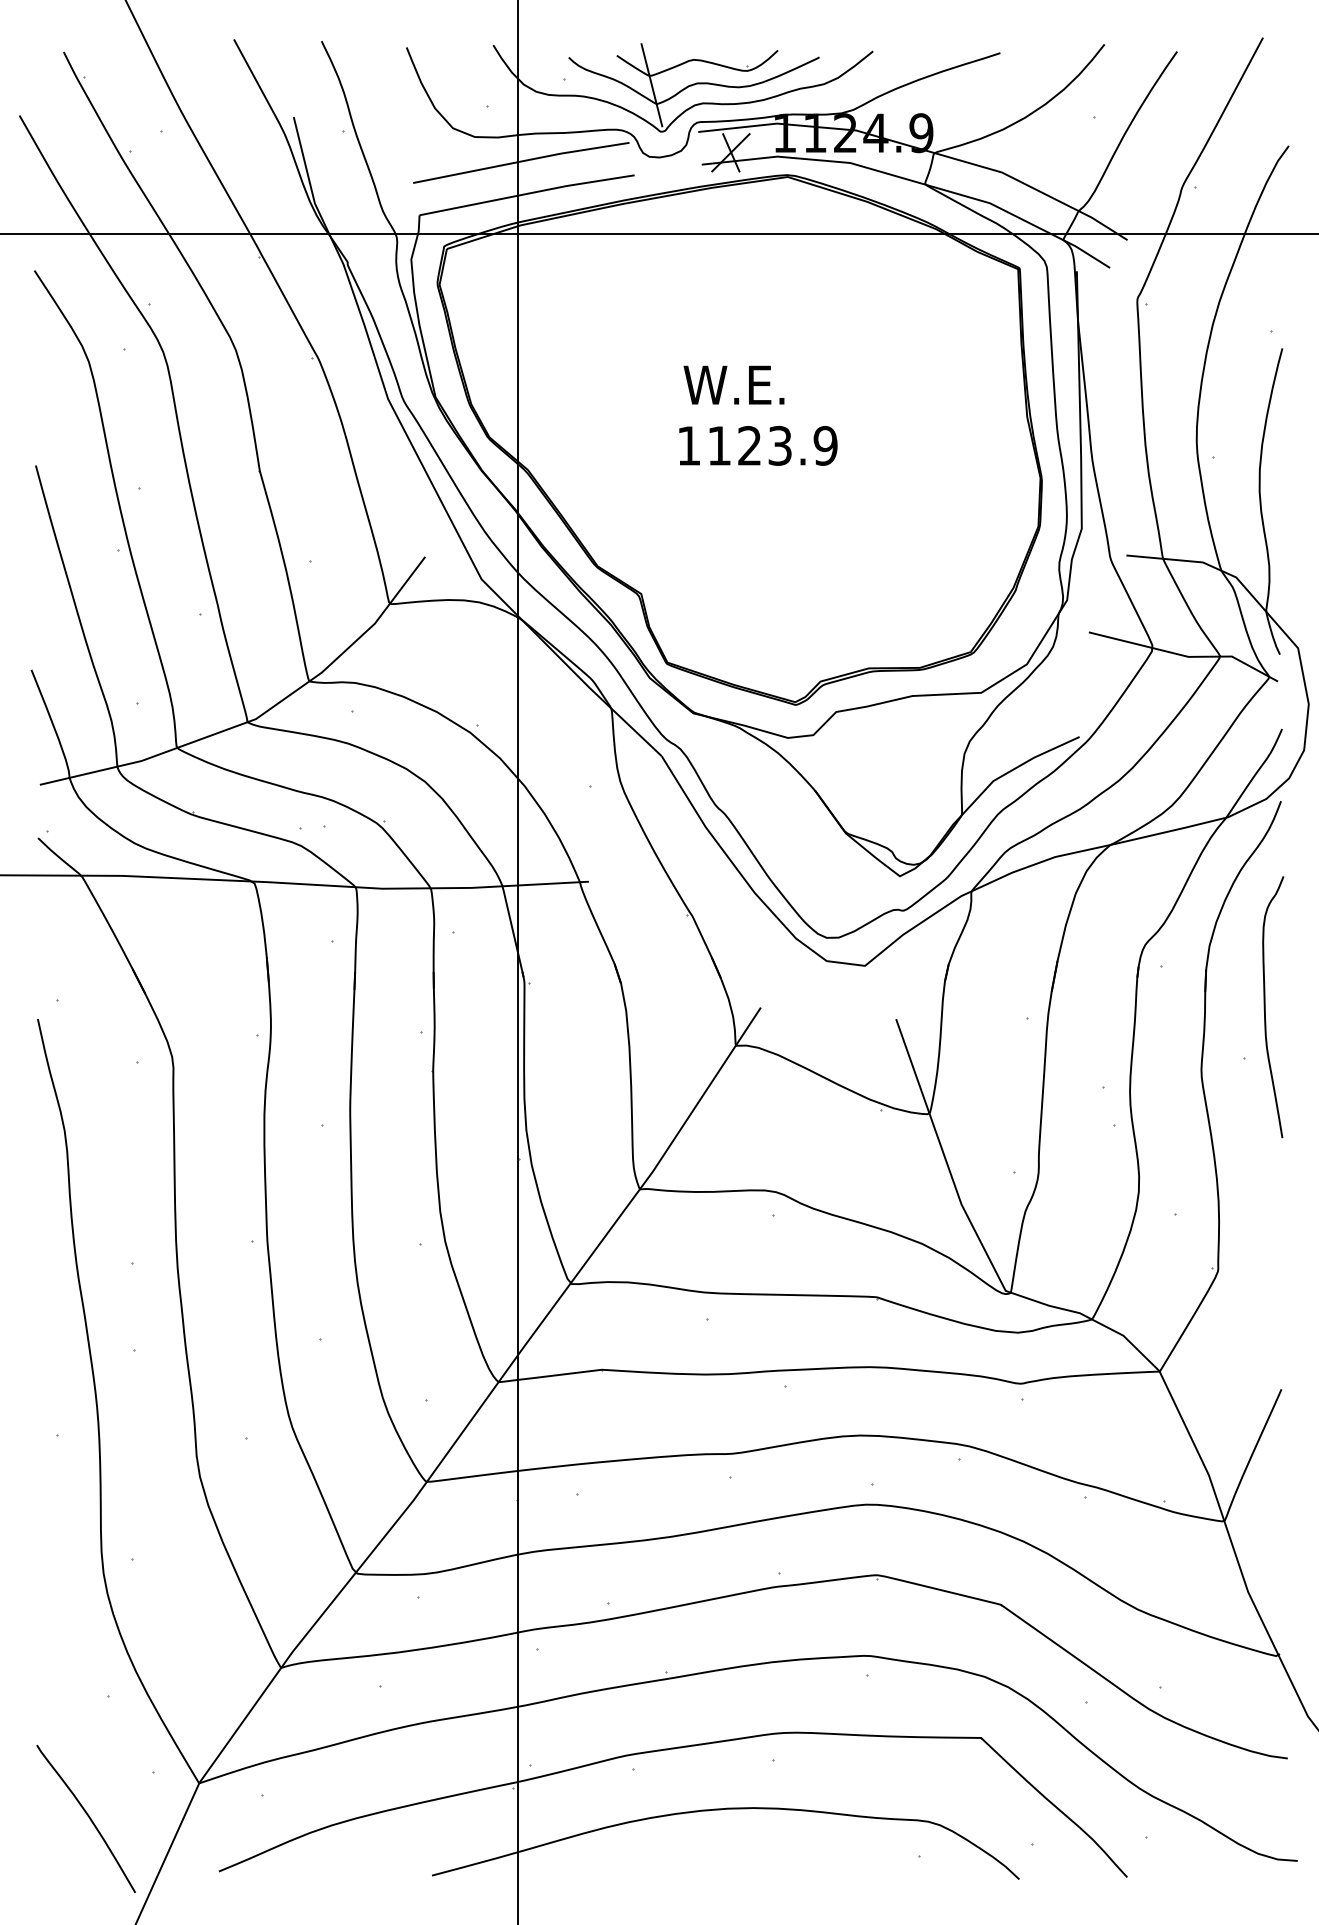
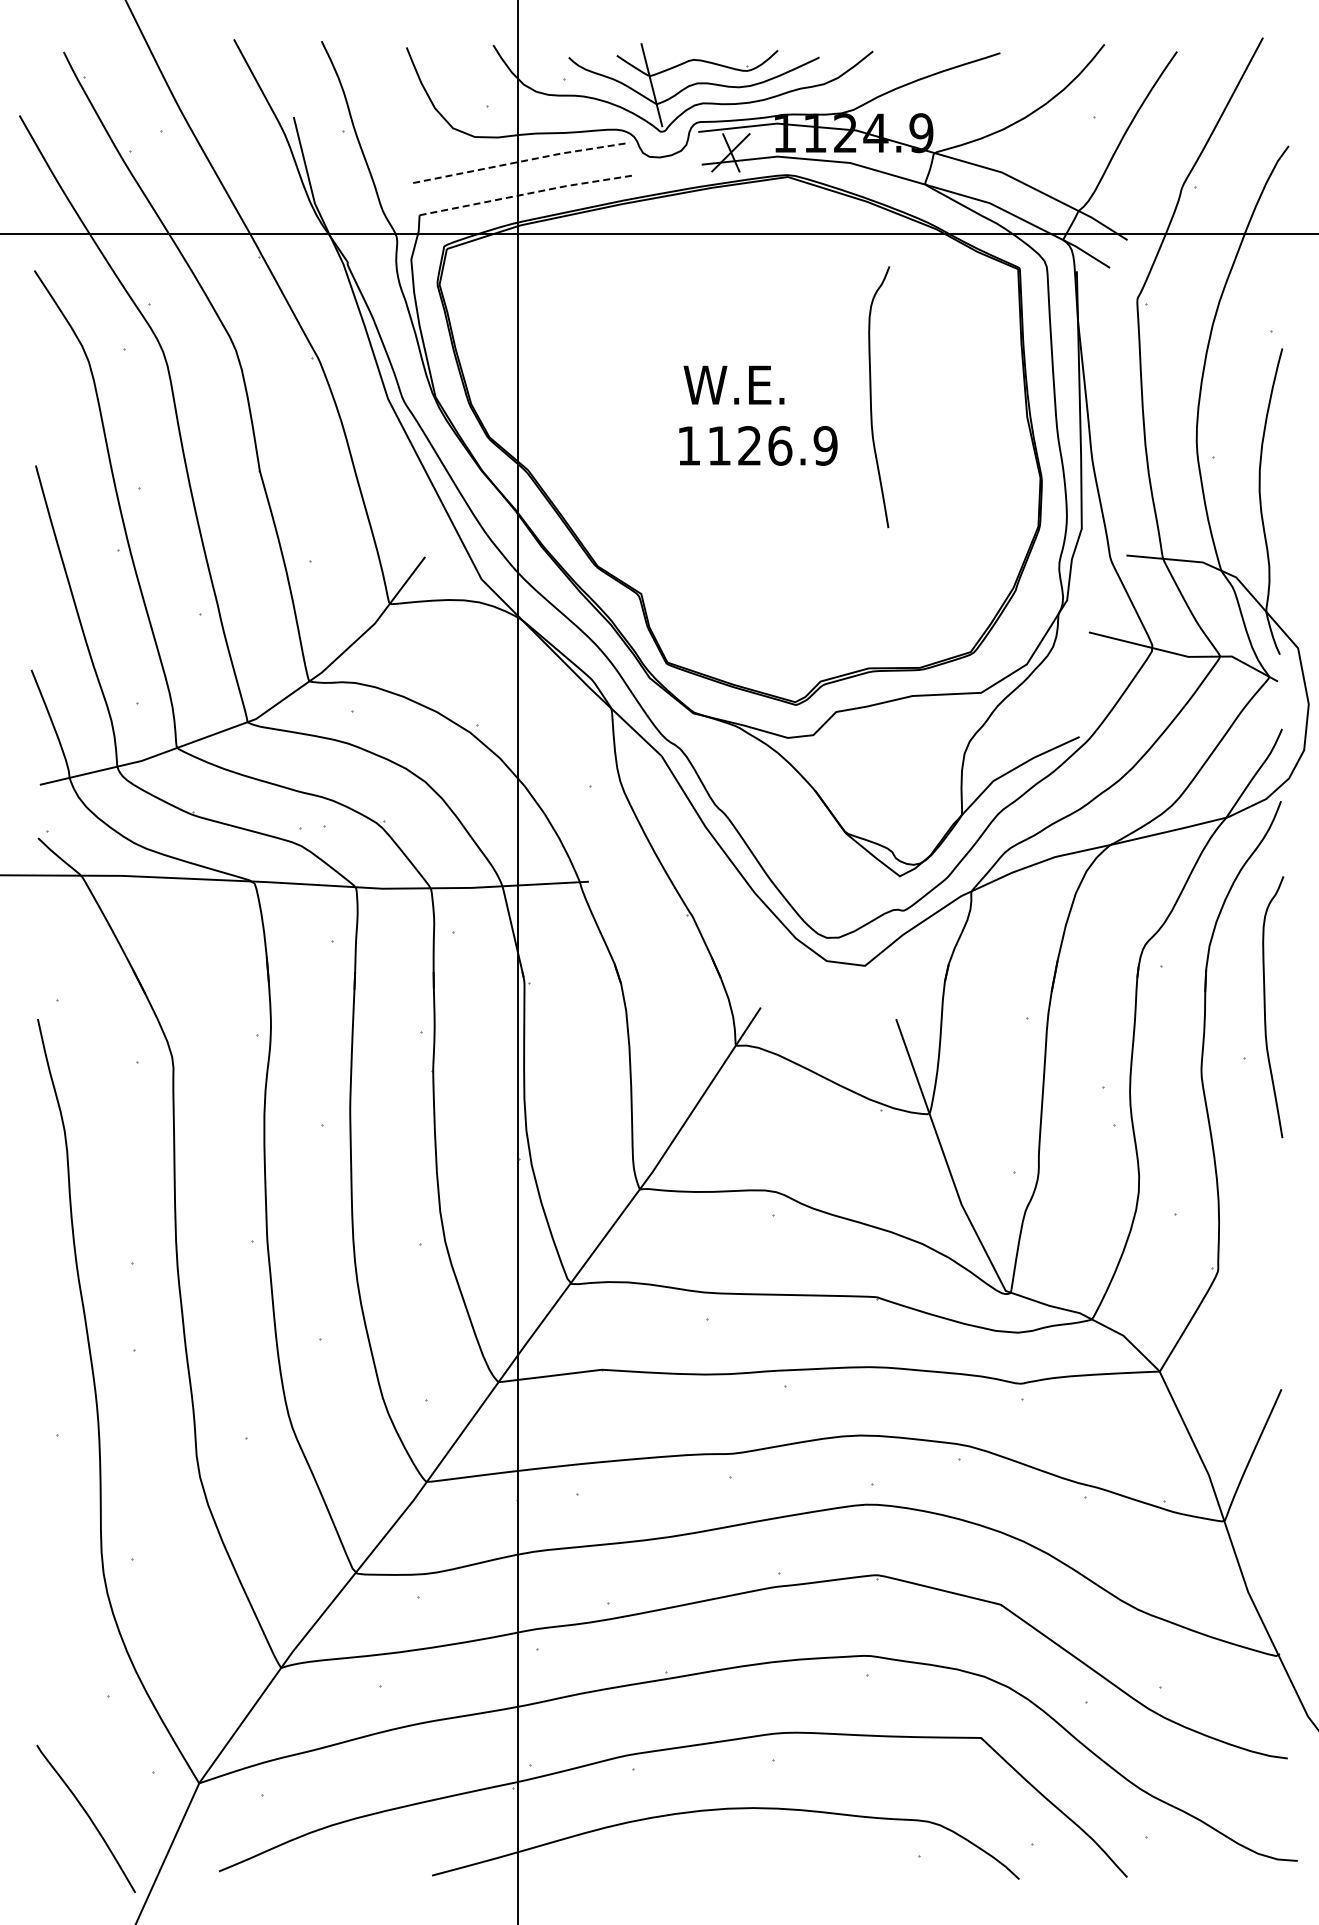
line at (521, 161): solid -> dashed
line at (527, 193): solid -> dashed
curve at (871, 397): none -> present
text at (780, 445): 1123.9 -> 1126.9
